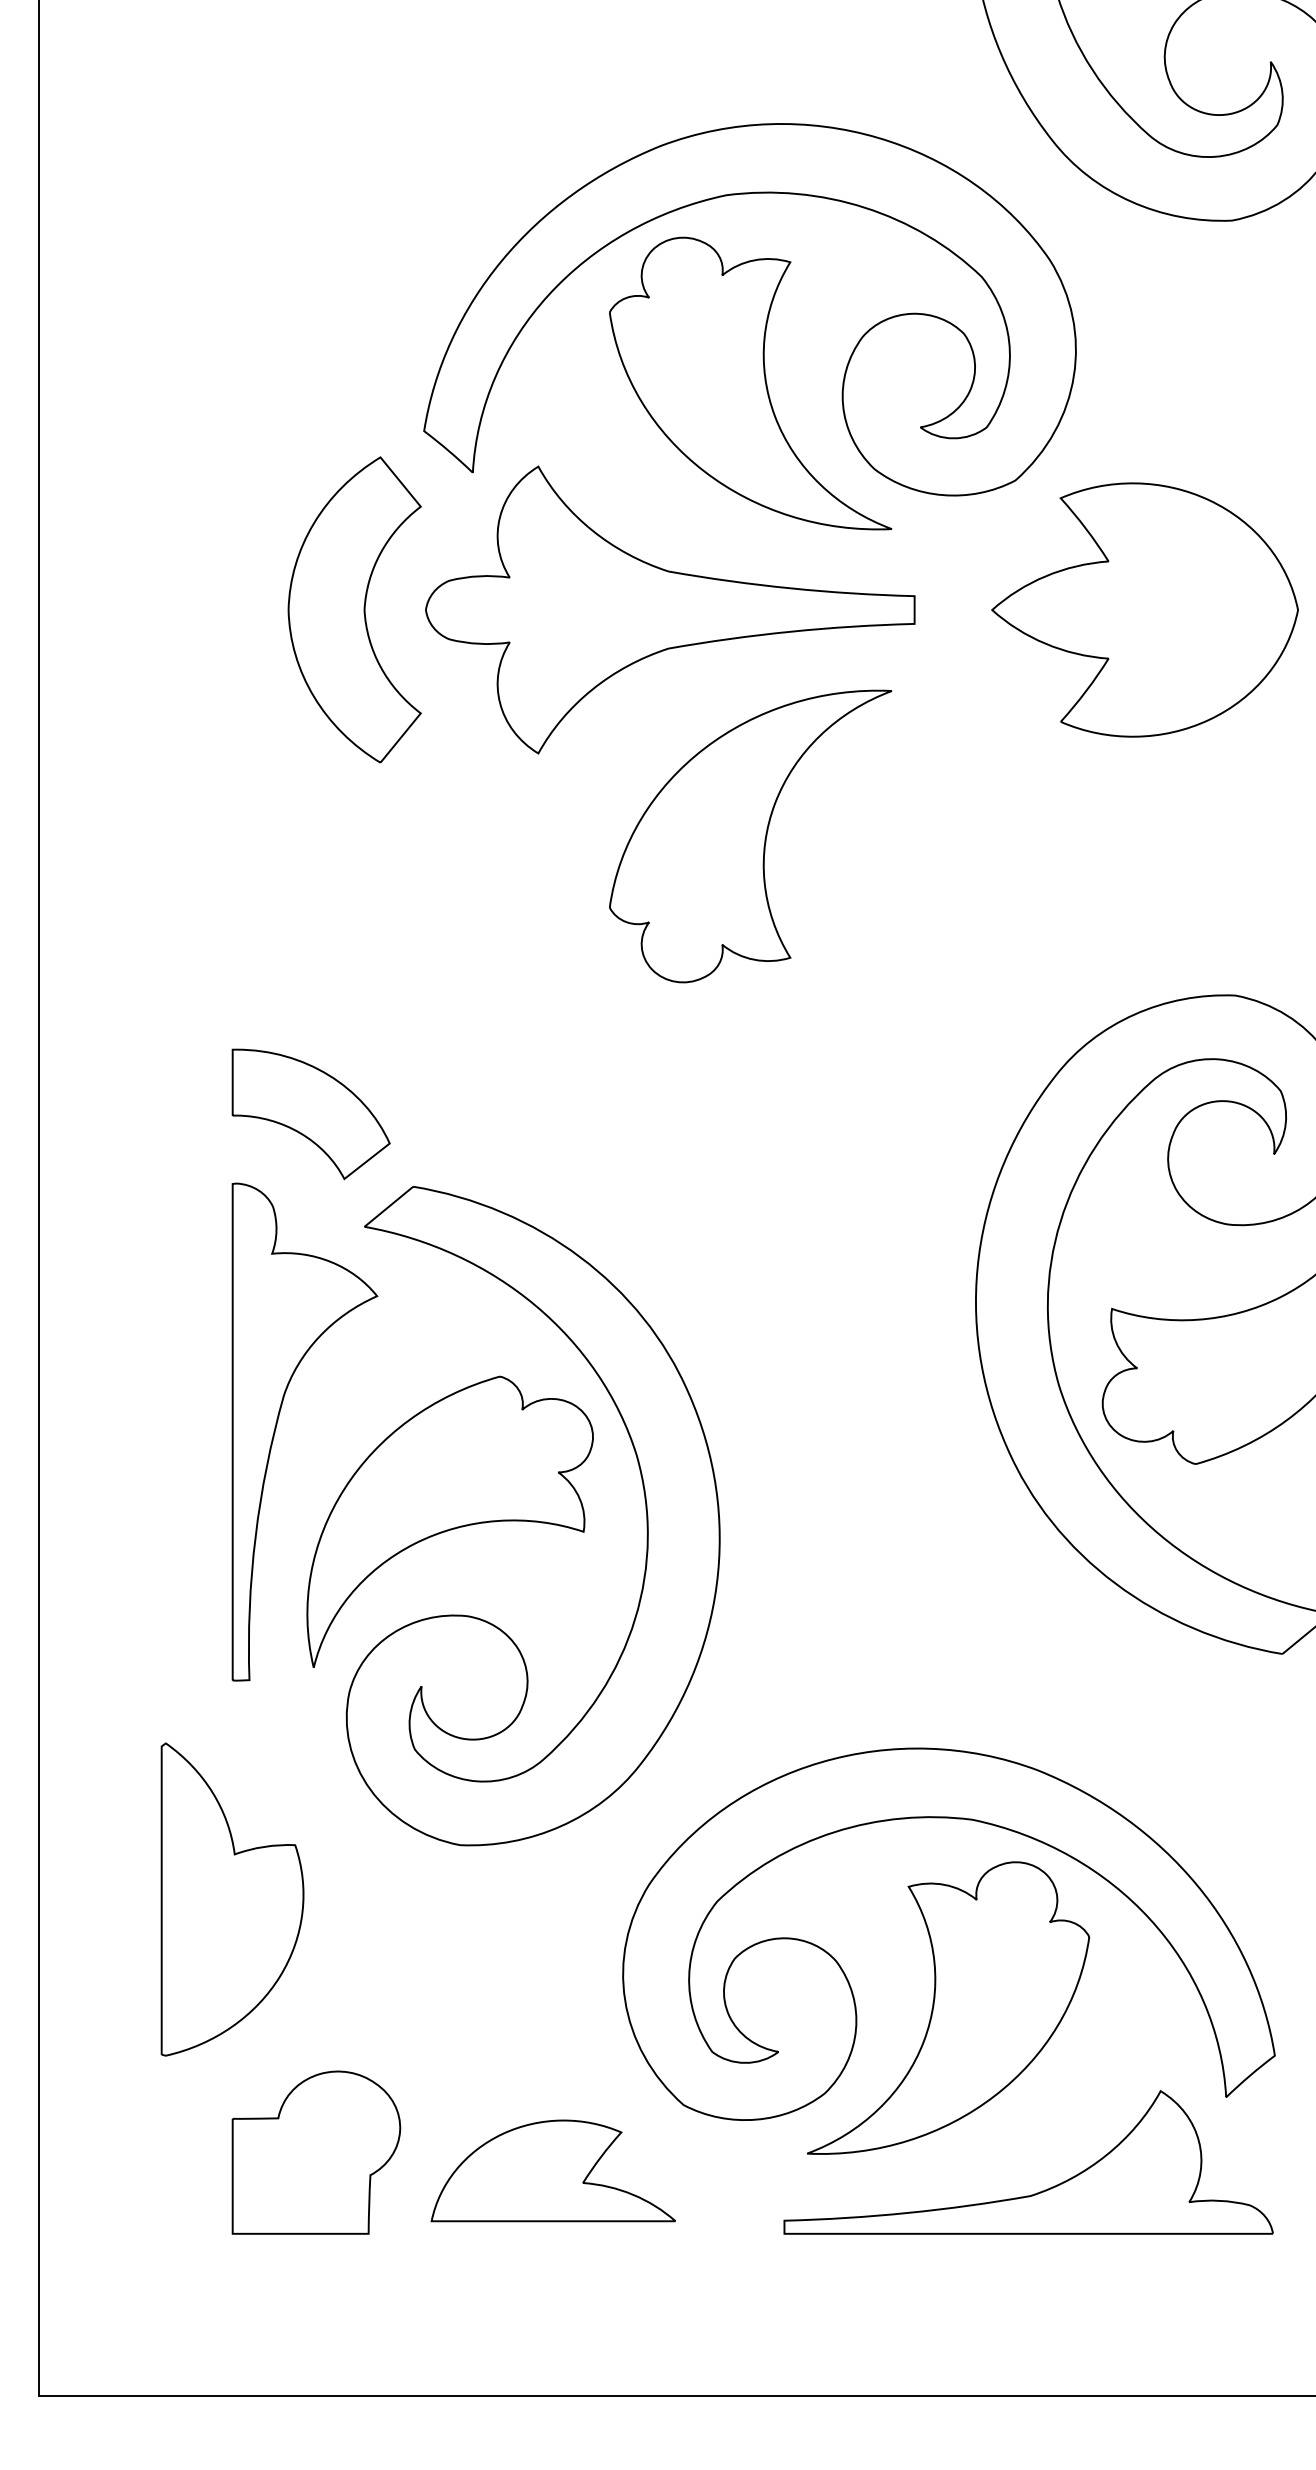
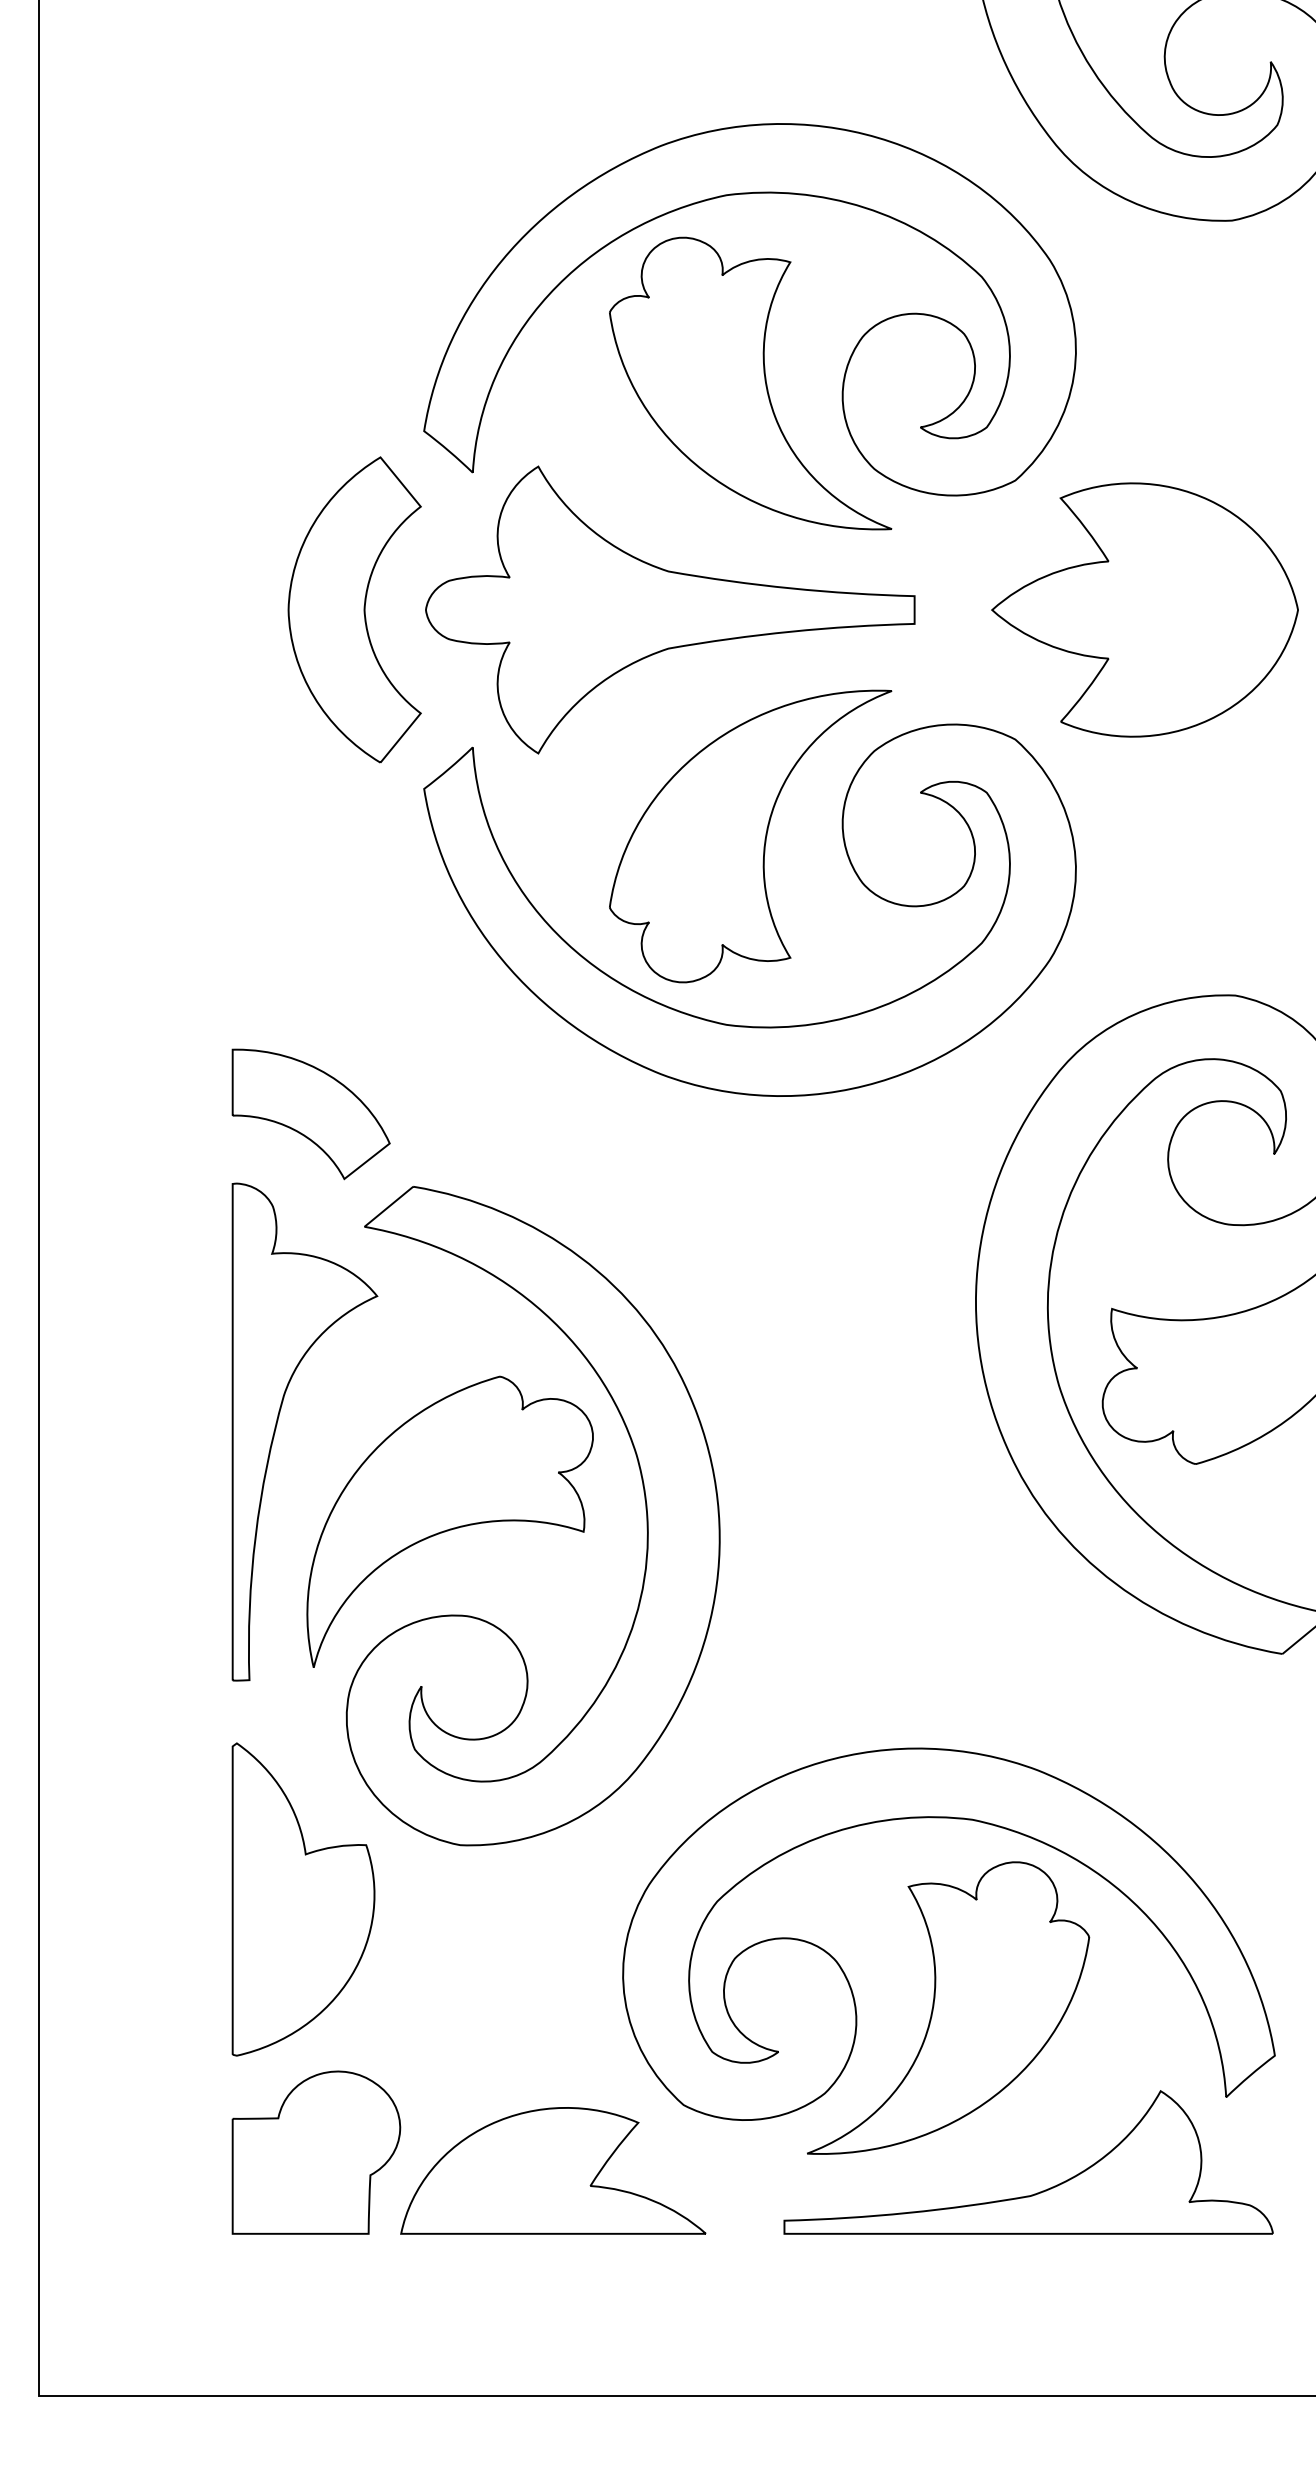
part at (849, 862): none -> present
part at (232, 1899) position: (232, 1899) -> (303, 1899)
part at (552, 2170) size: 246x104 px -> 307x128 px
